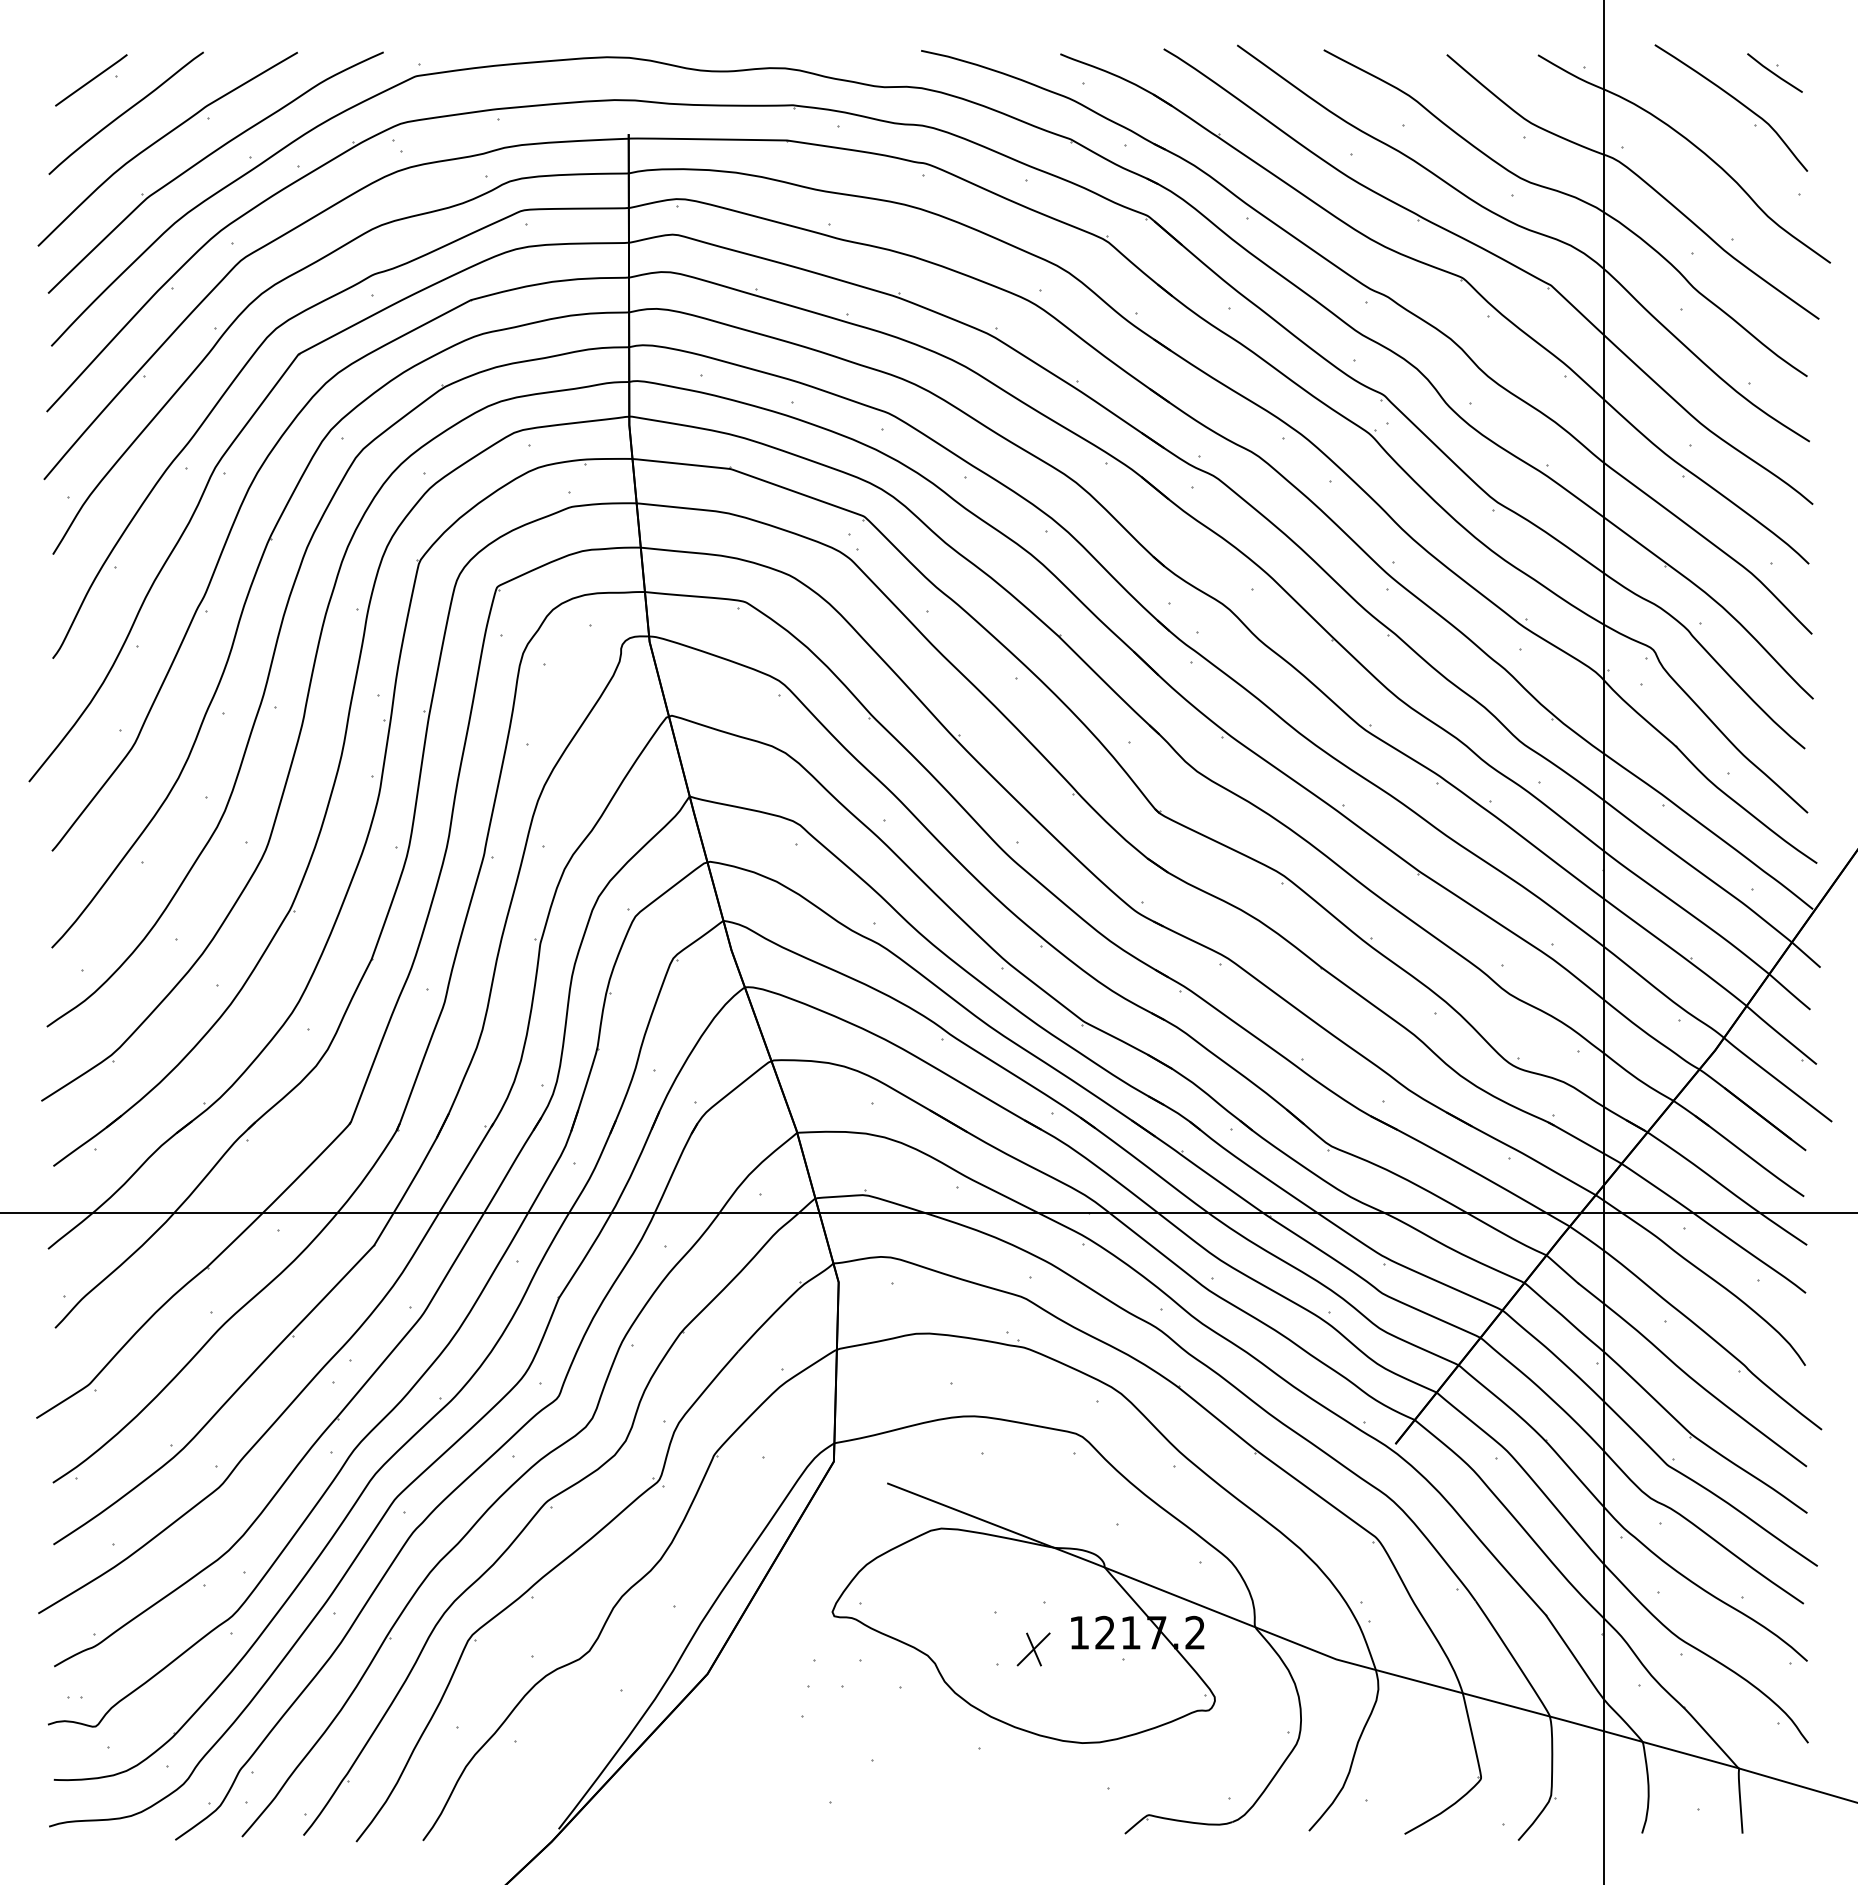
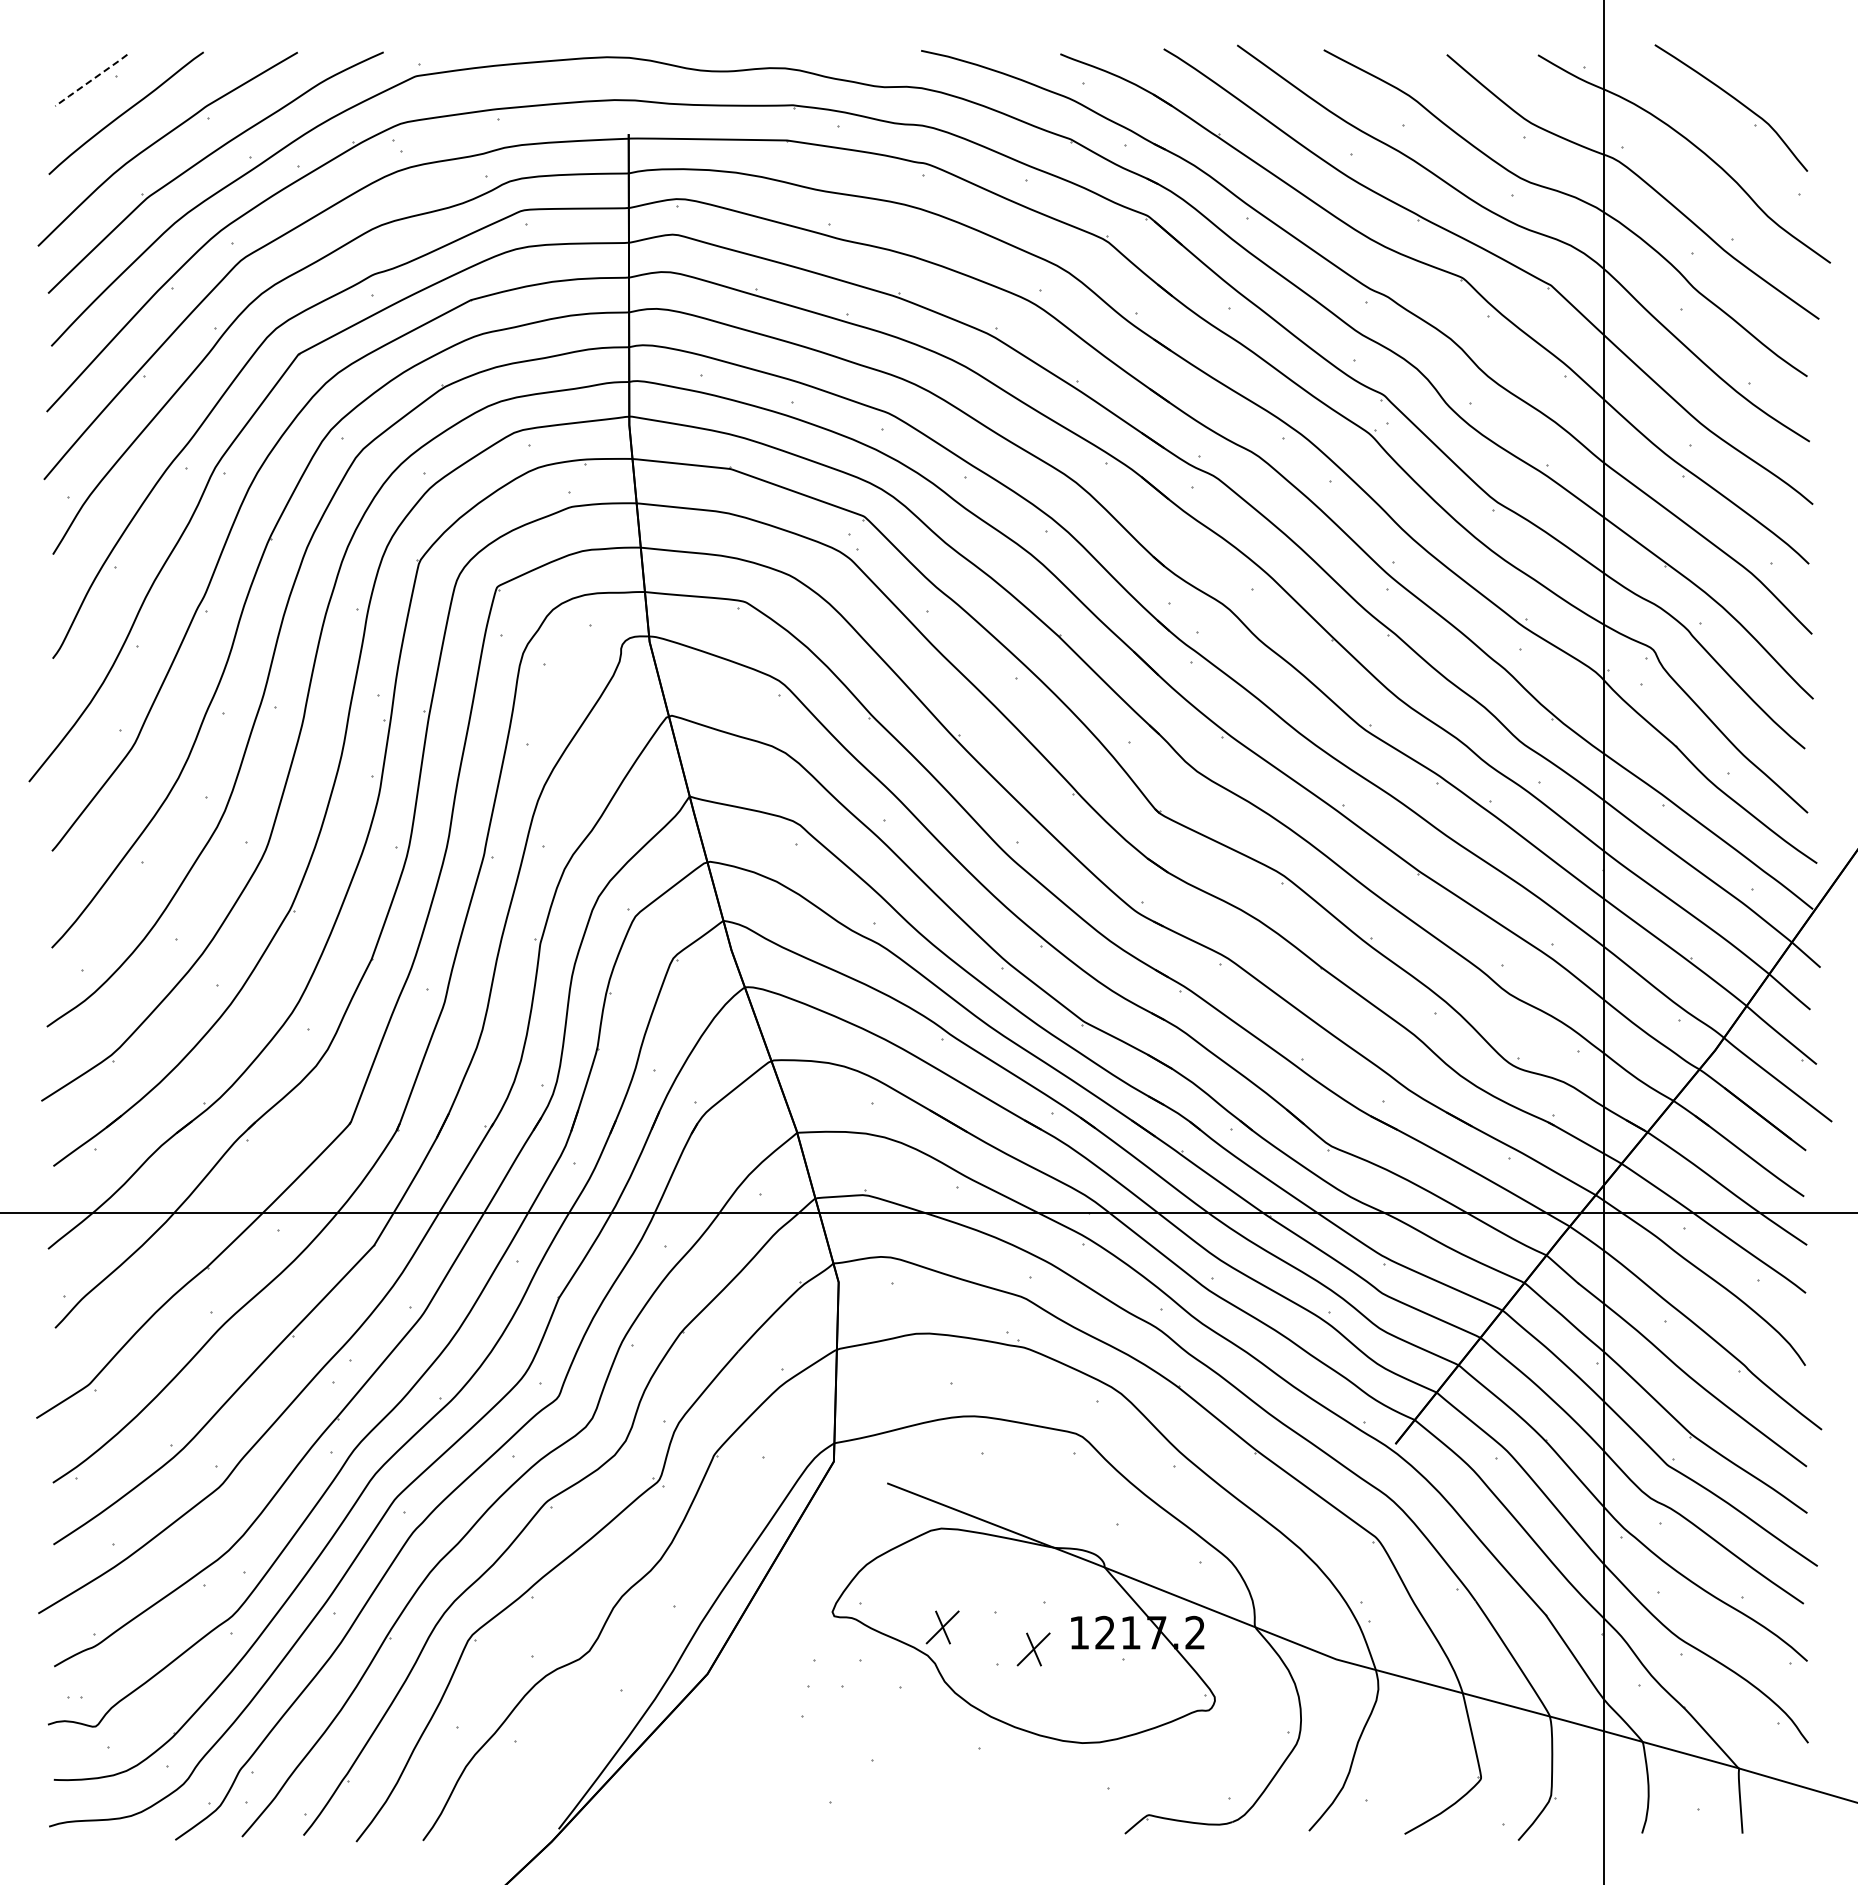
part at (1774, 72): present -> none
line at (91, 80): solid -> dashed
part at (942, 1627): none -> present
